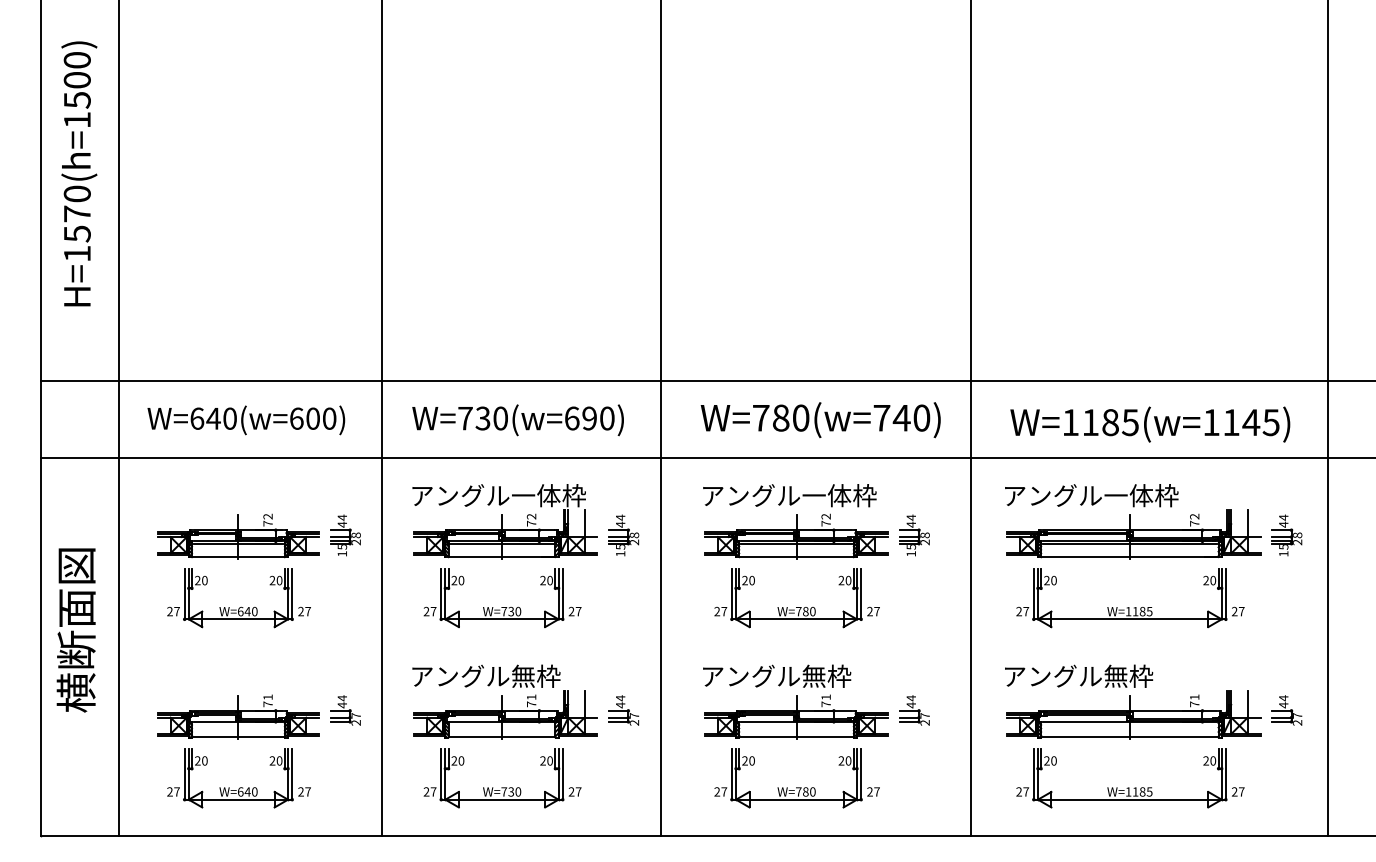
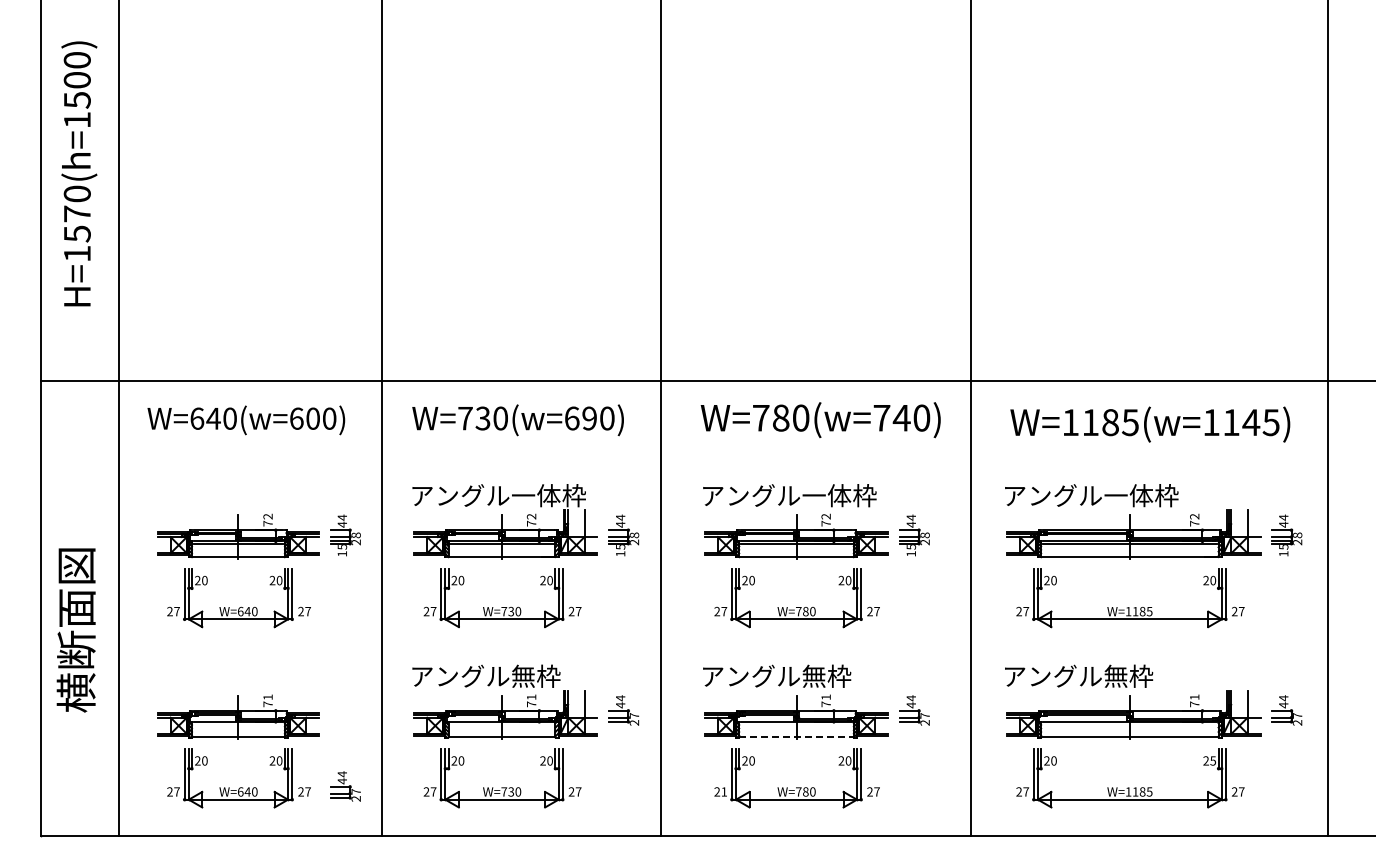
line at (706, 458): present -> none
part at (345, 710) position: (345, 710) -> (345, 786)
line at (797, 737): solid -> dashed
text at (1213, 760): 20 -> 25
text at (724, 791): 27 -> 21
